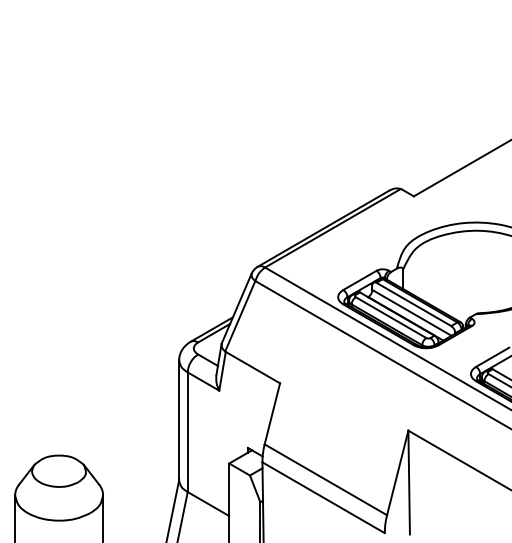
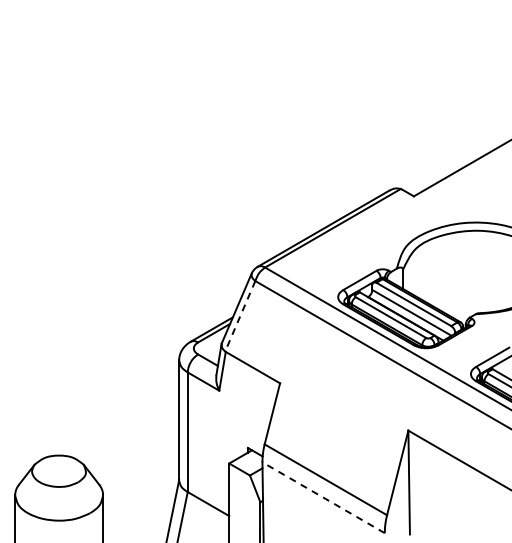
line at (240, 316): solid -> dashed
line at (323, 497): solid -> dashed
